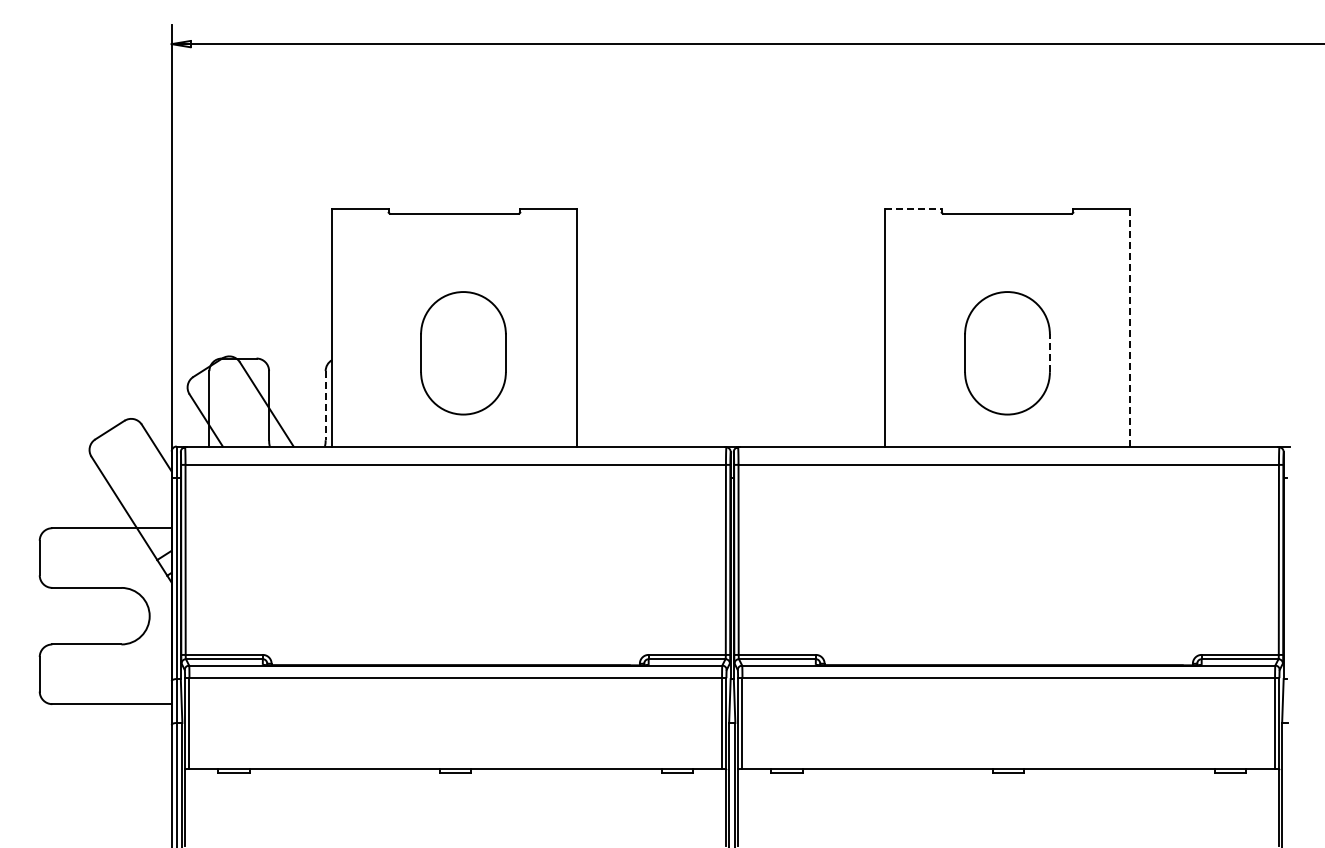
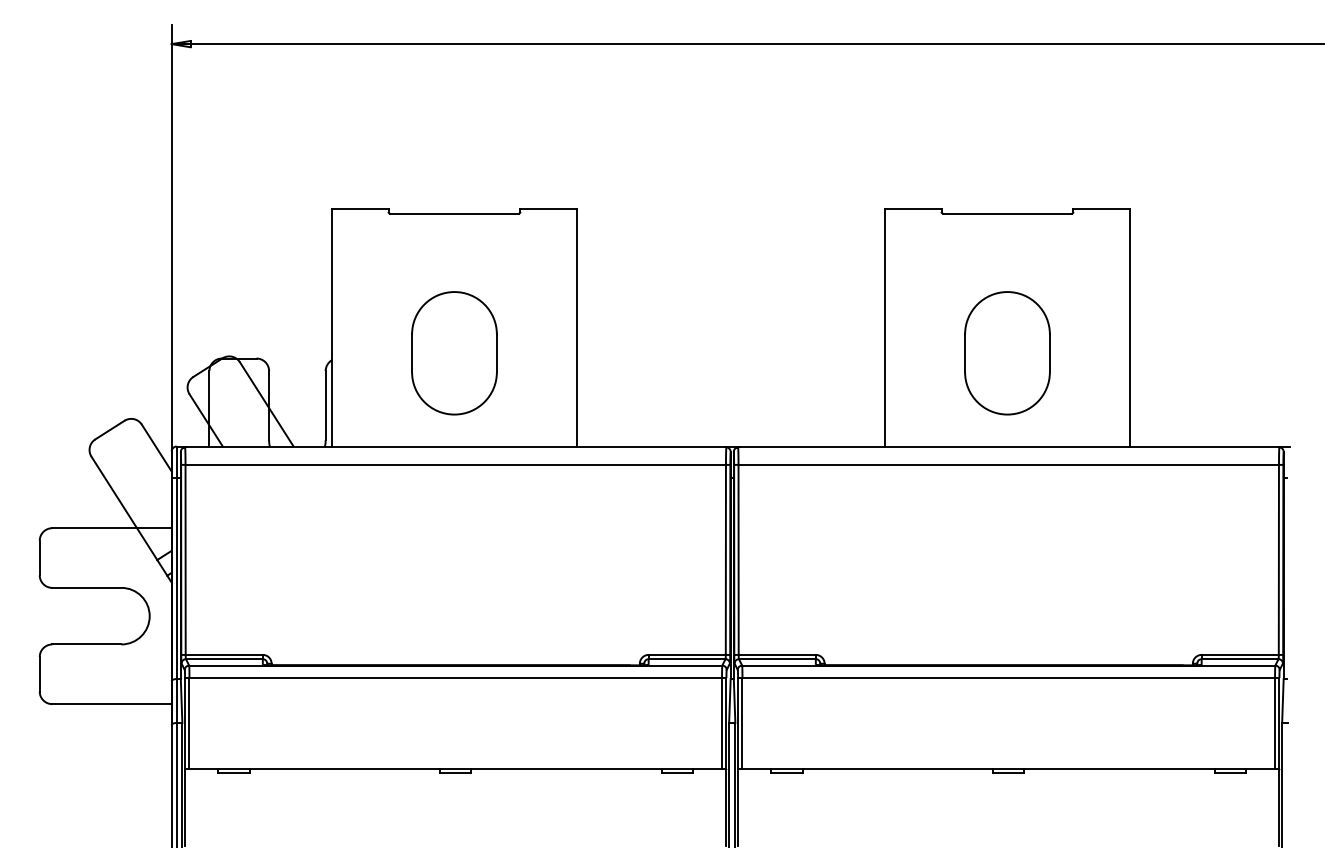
line at (913, 208): dashed -> solid
line at (1130, 327): dashed -> solid
part at (463, 353) position: (463, 353) -> (454, 353)
line at (1049, 353): dashed -> solid
line at (325, 405): dashed -> solid
